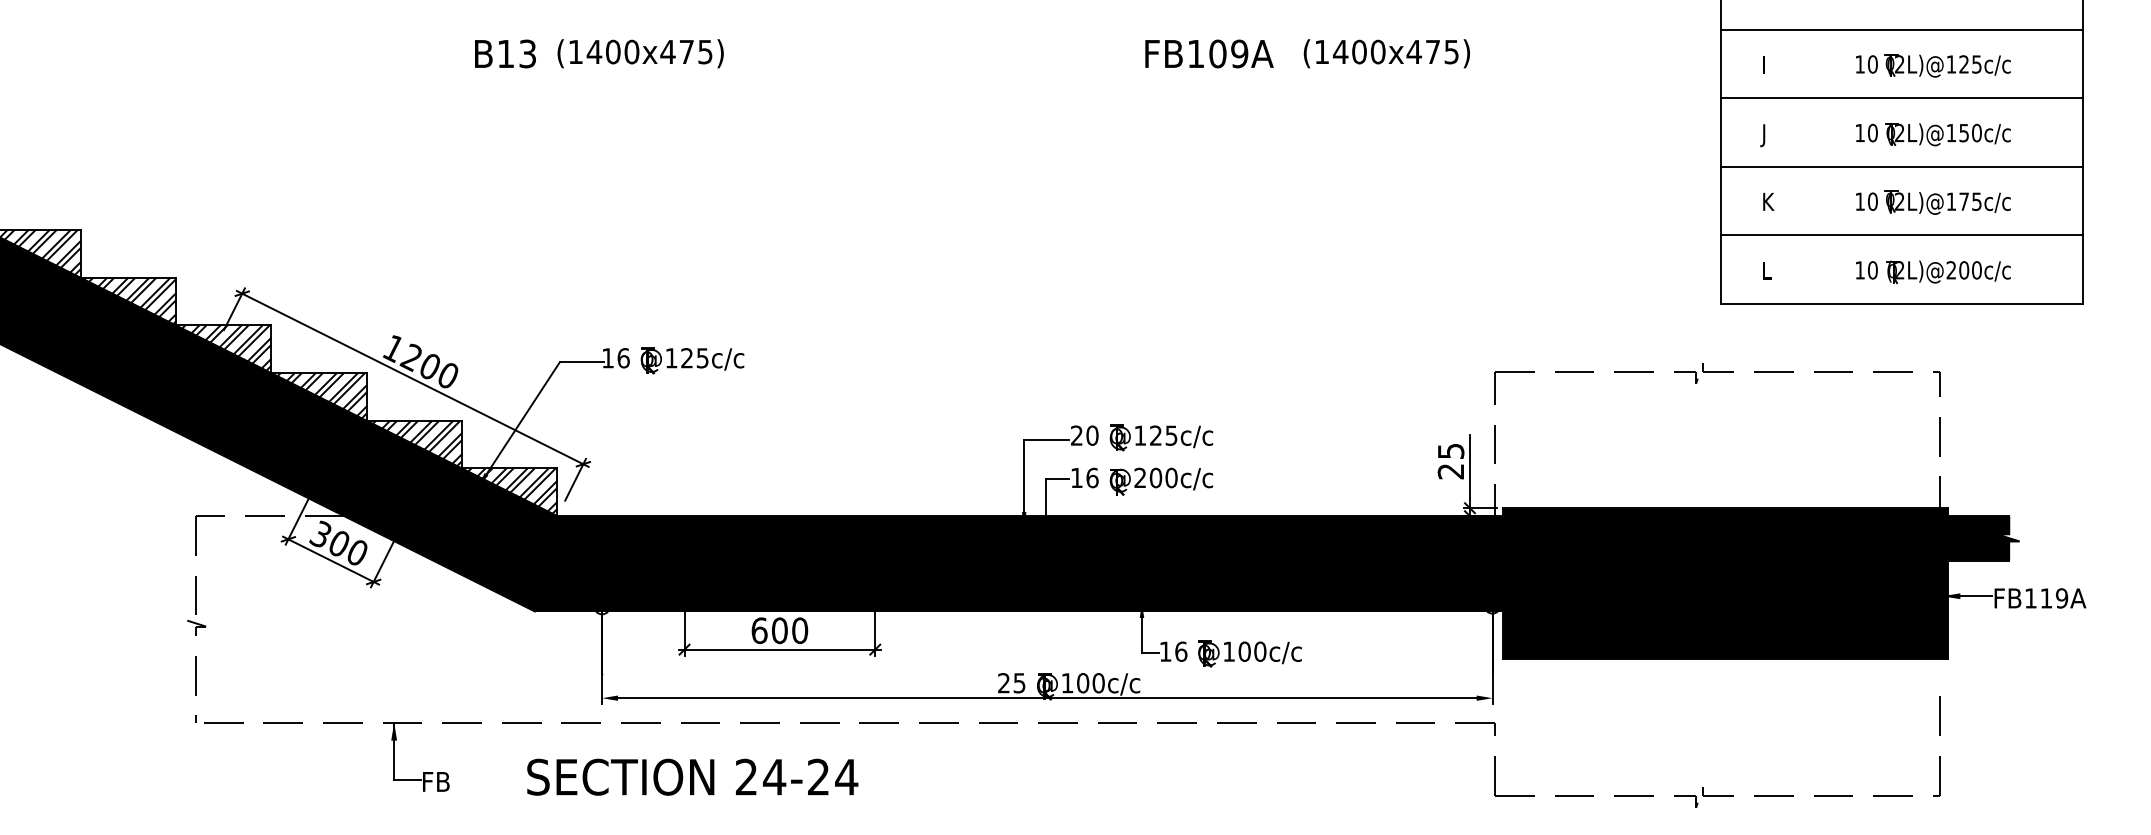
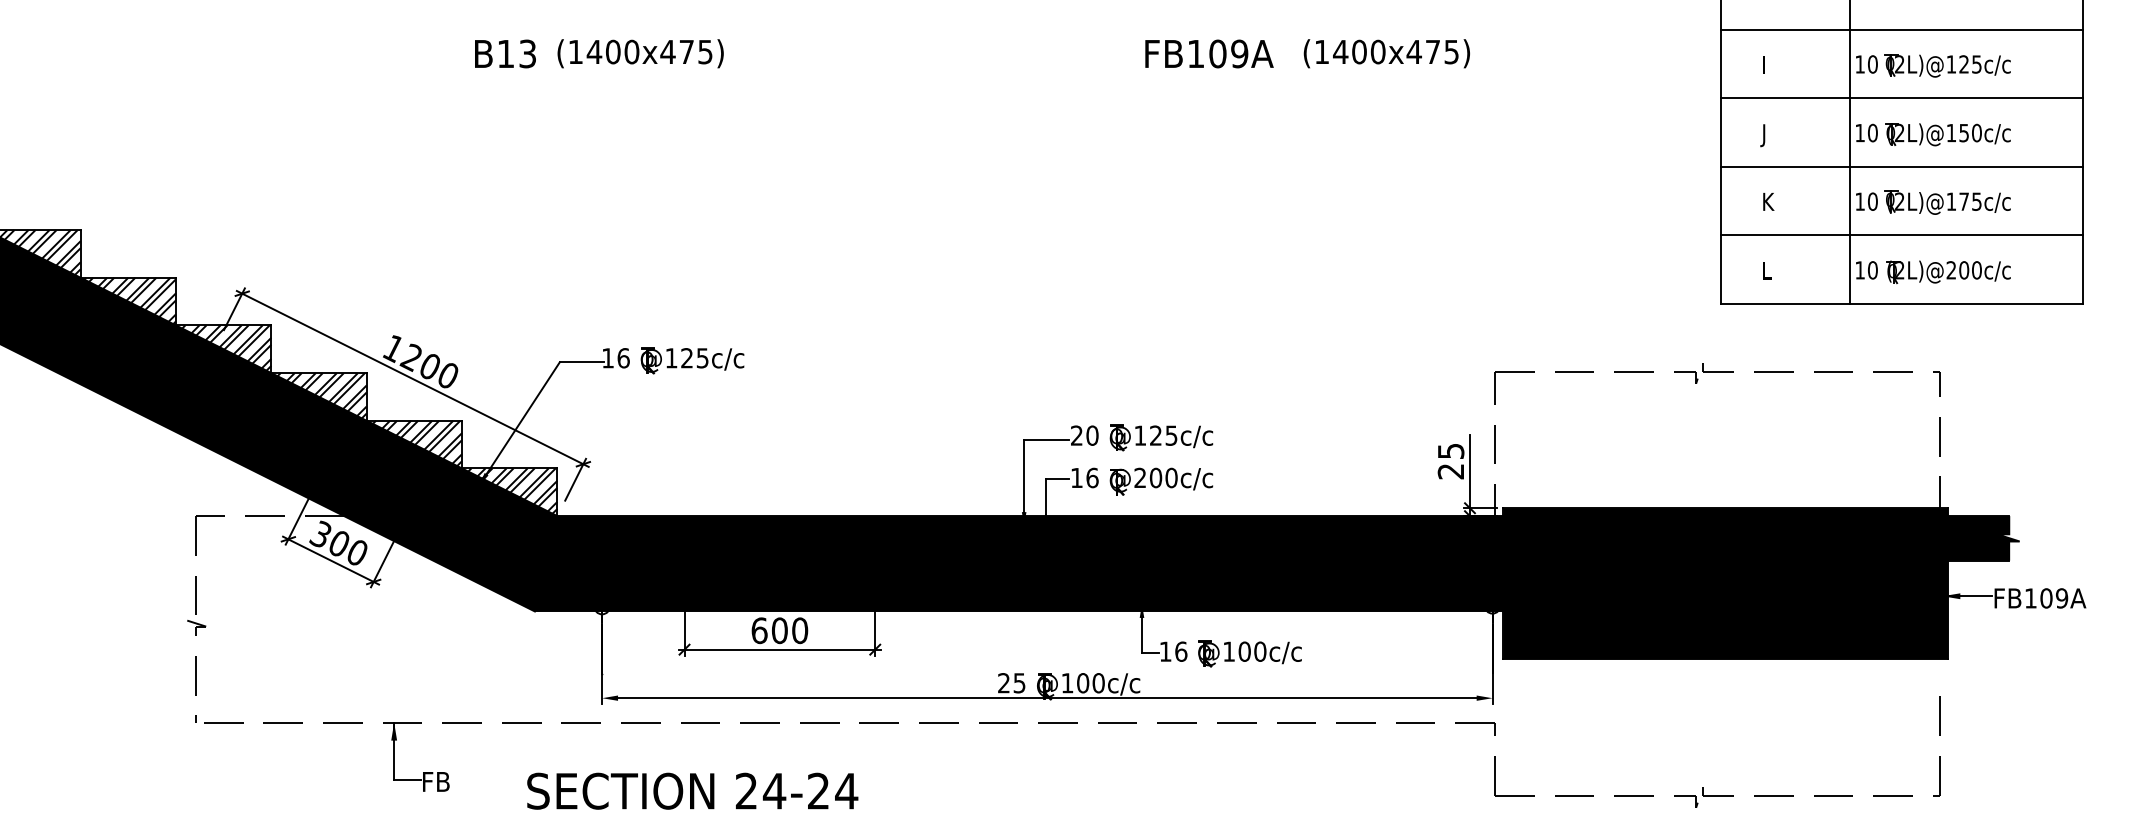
line at (1849, 153): none -> present
text at (2046, 598): FB119A -> FB109A
text at (692, 776) position: (692, 776) -> (692, 790)
